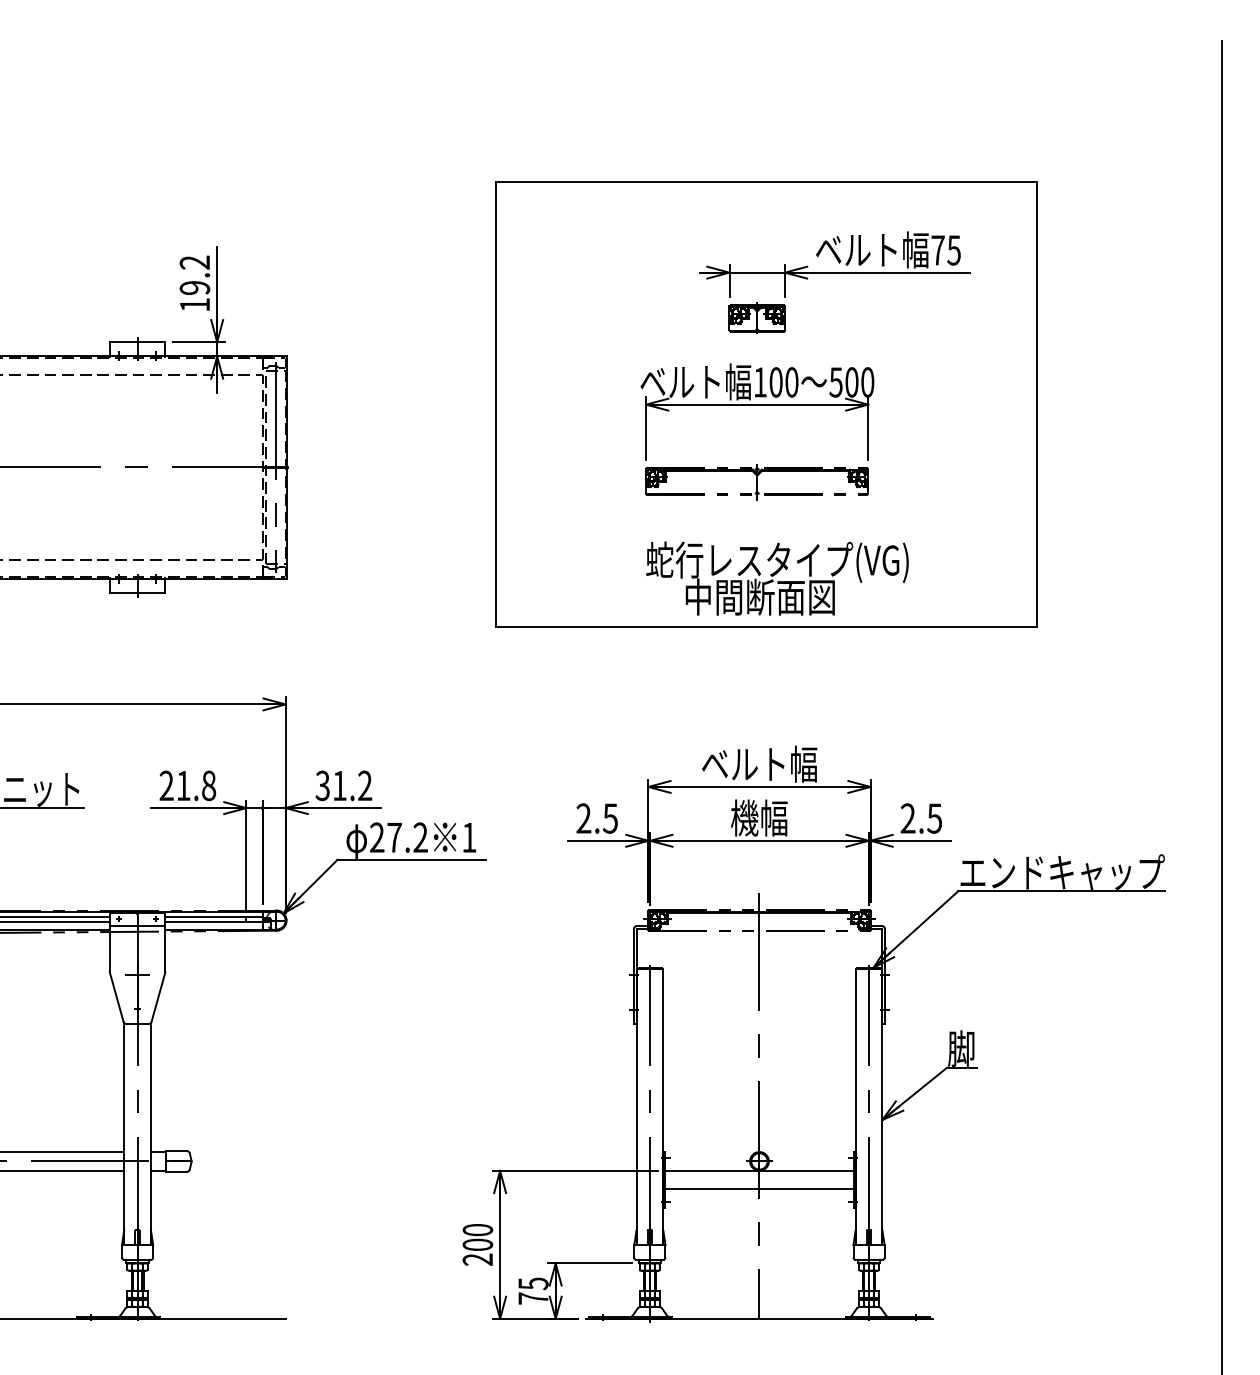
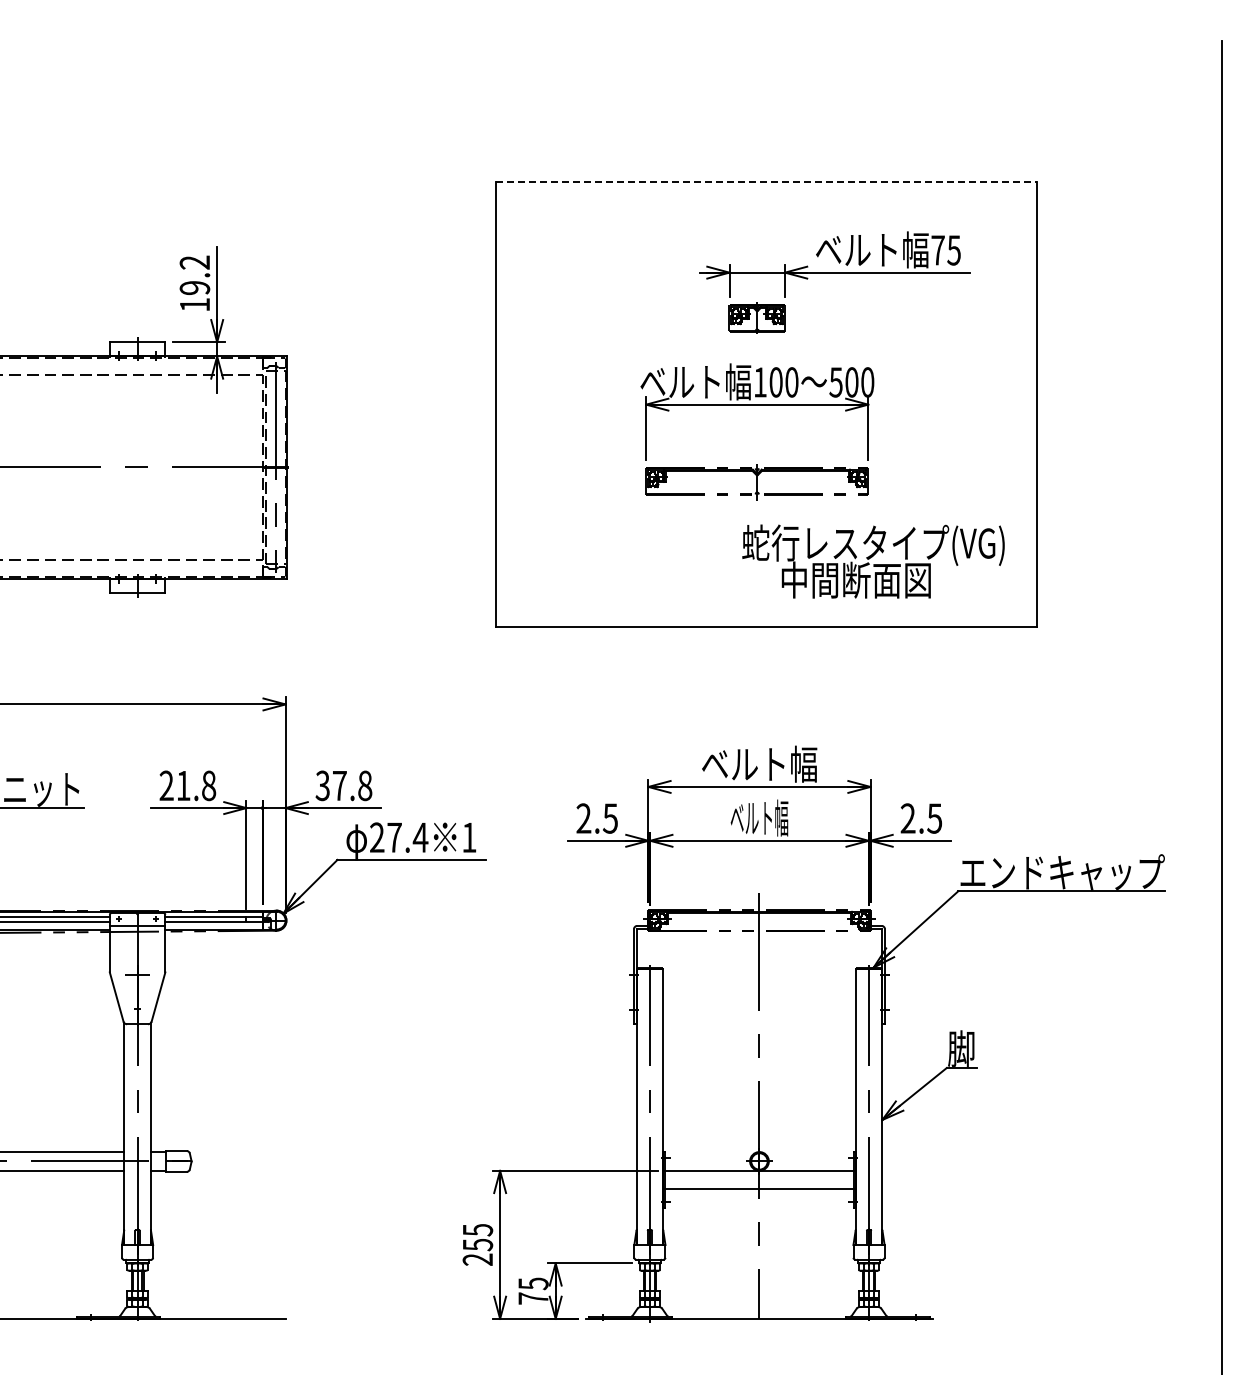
line at (766, 182): solid -> dashed
text at (777, 578) position: (777, 578) -> (873, 561)
text at (352, 785): 31.2 -> 37.8
text at (759, 817): 機幅 -> ベルト幅
text at (420, 837): 27.2 -> 27.4
text at (477, 1237): 200 -> 255
